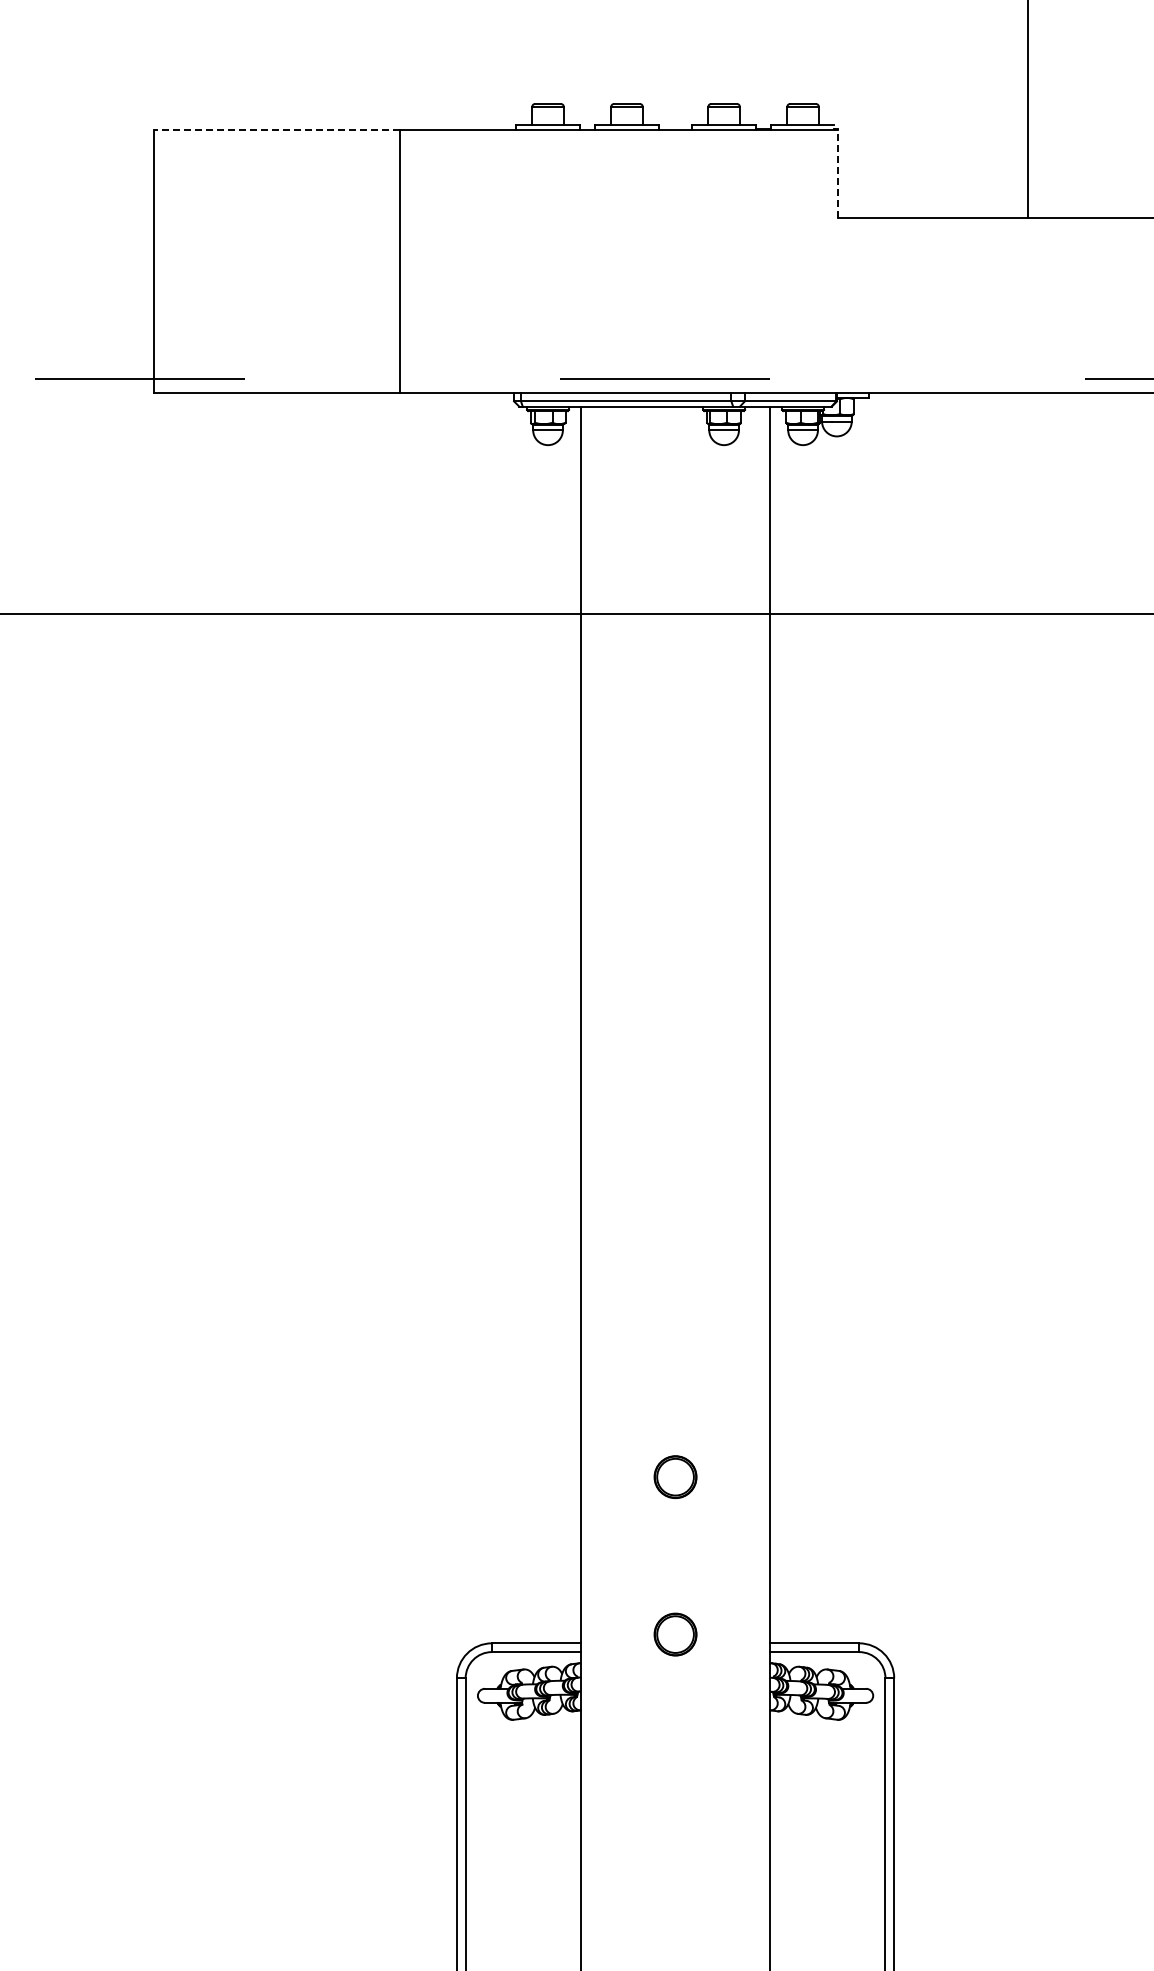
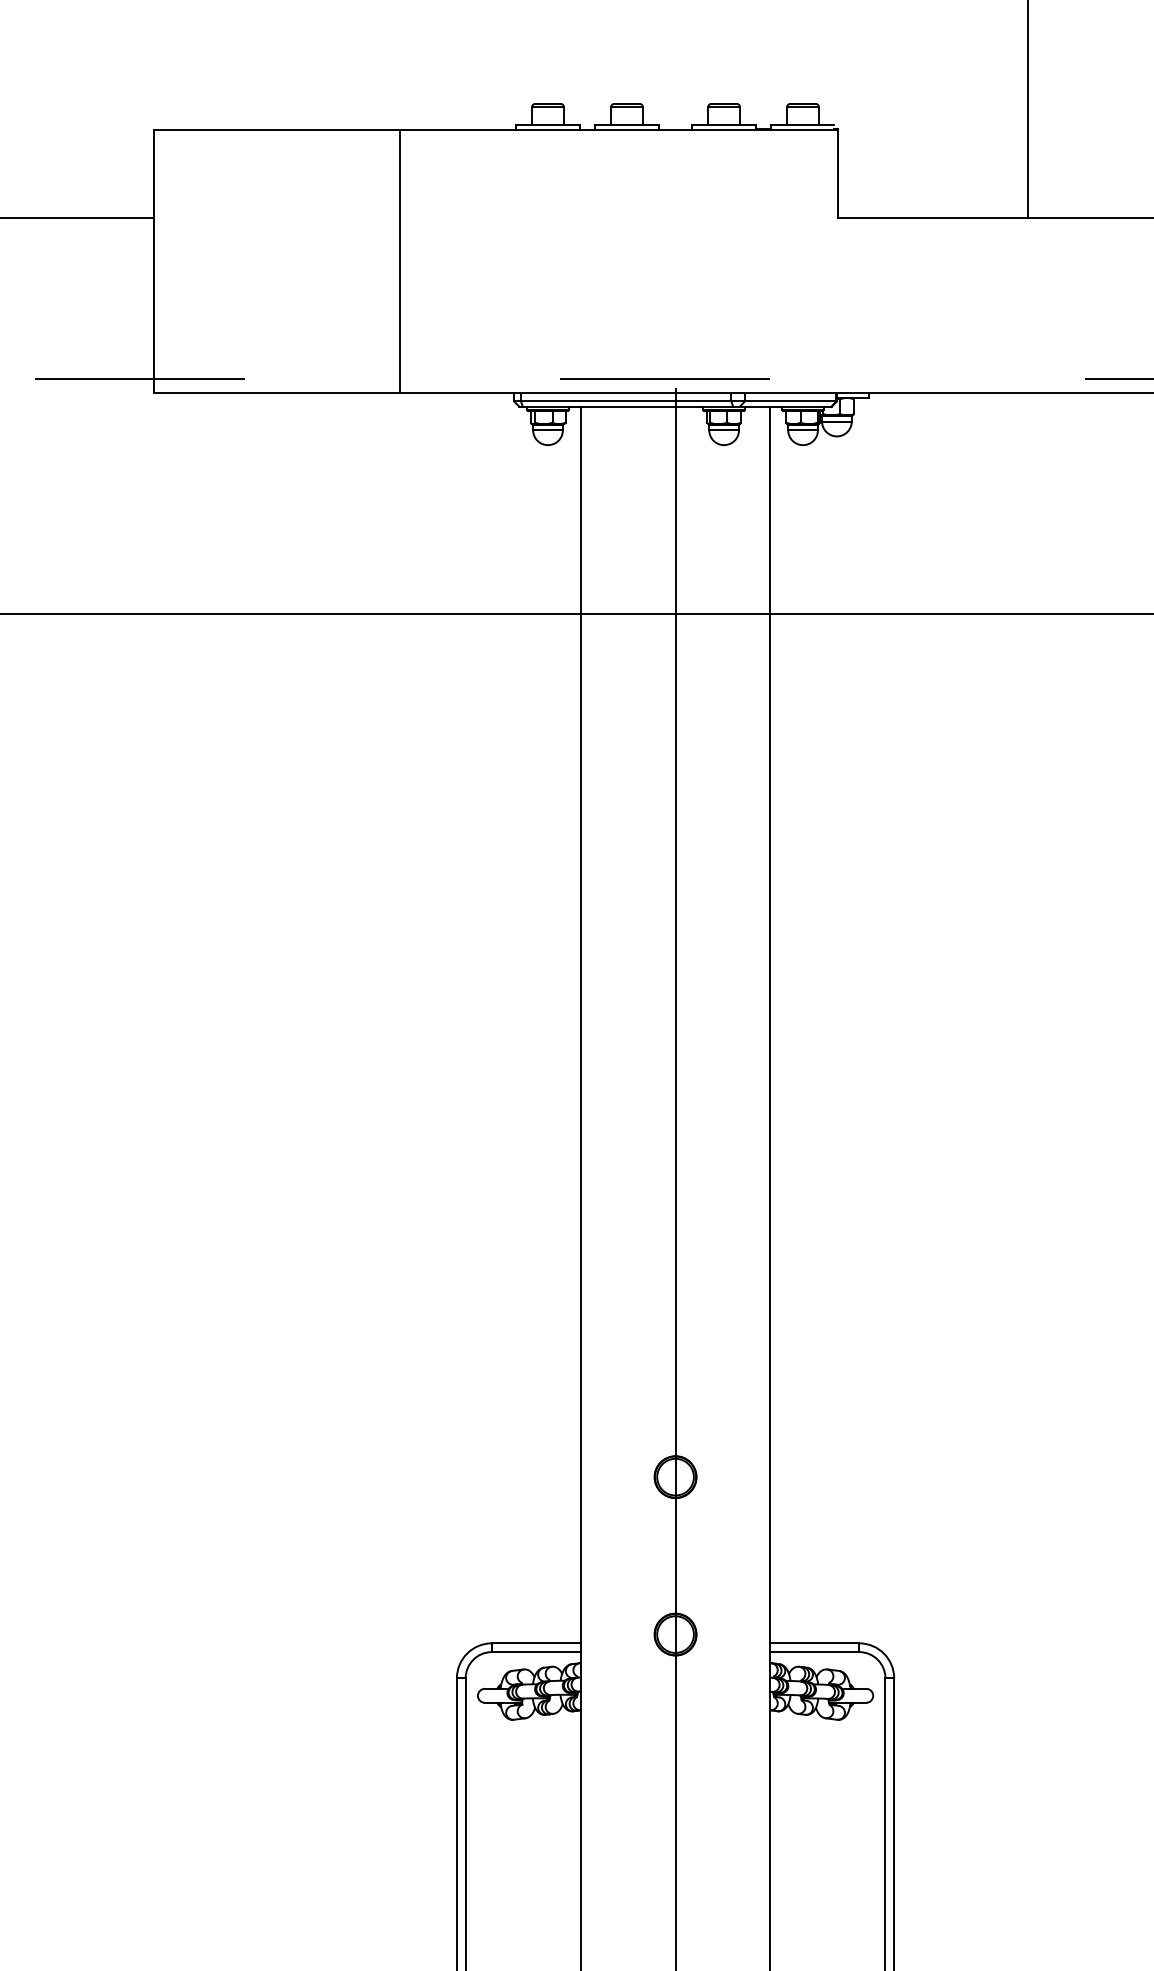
line at (276, 130): dashed -> solid
line at (837, 173): dashed -> solid
line at (77, 217): none -> present
line at (675, 1178): none -> present
